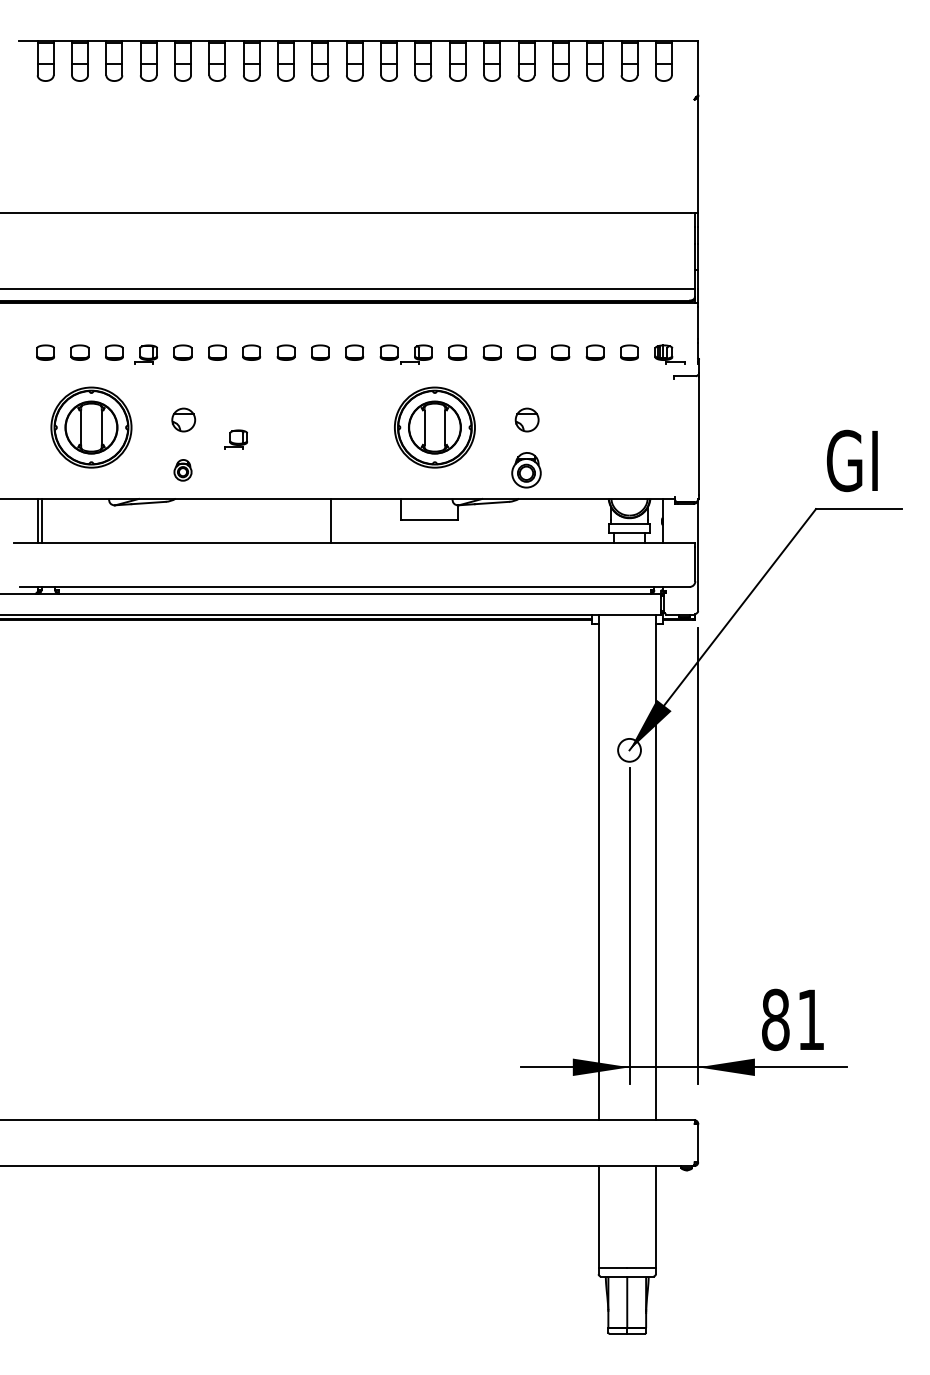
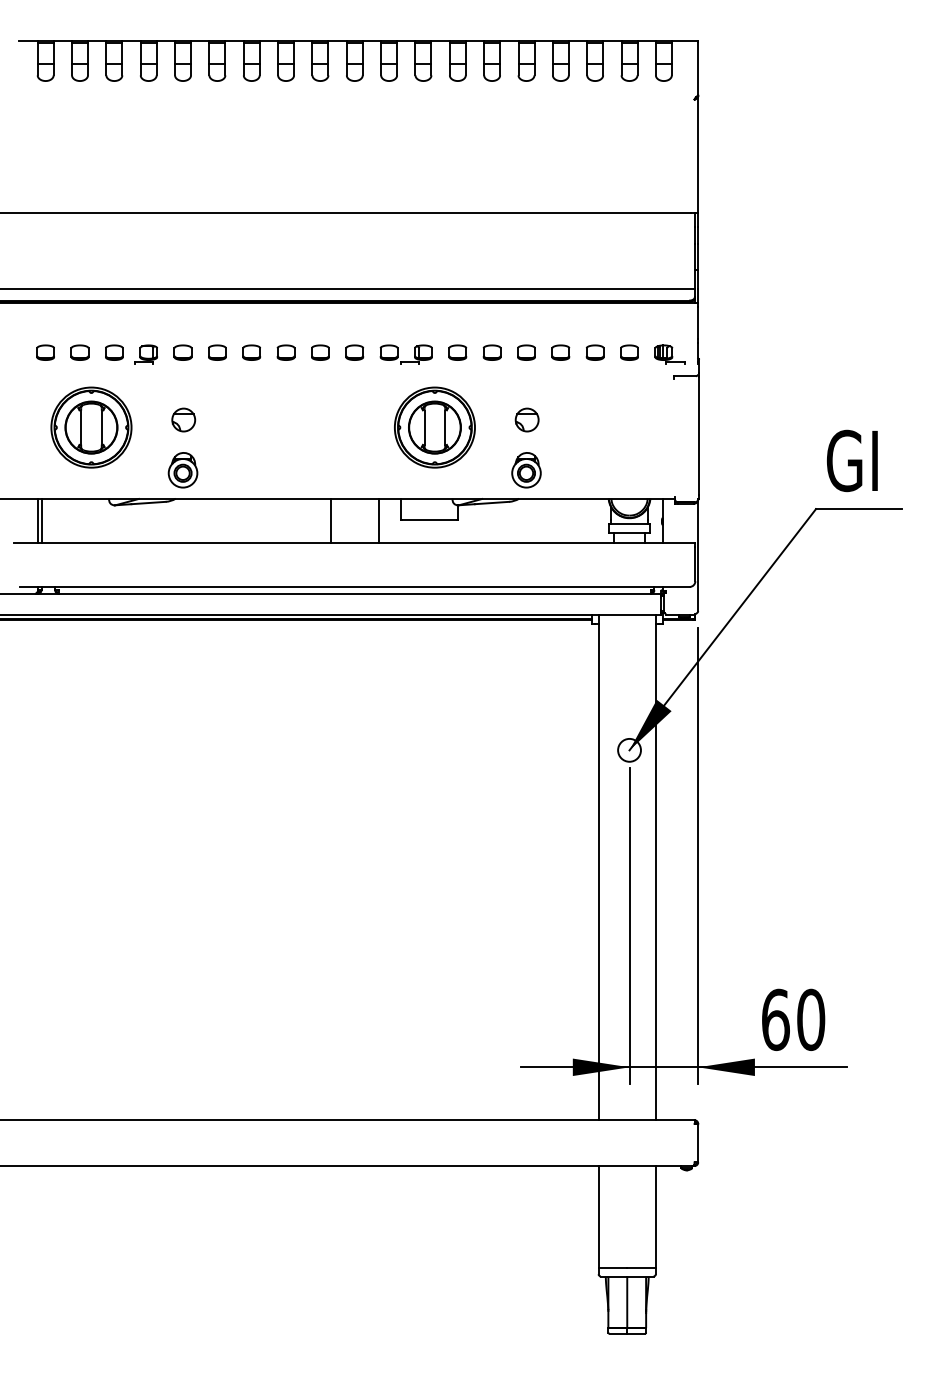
part at (235, 439): present -> none
part at (182, 470) size: 20x23 px -> 32x37 px
line at (379, 520): none -> present
text at (793, 1019): 81 -> 60
